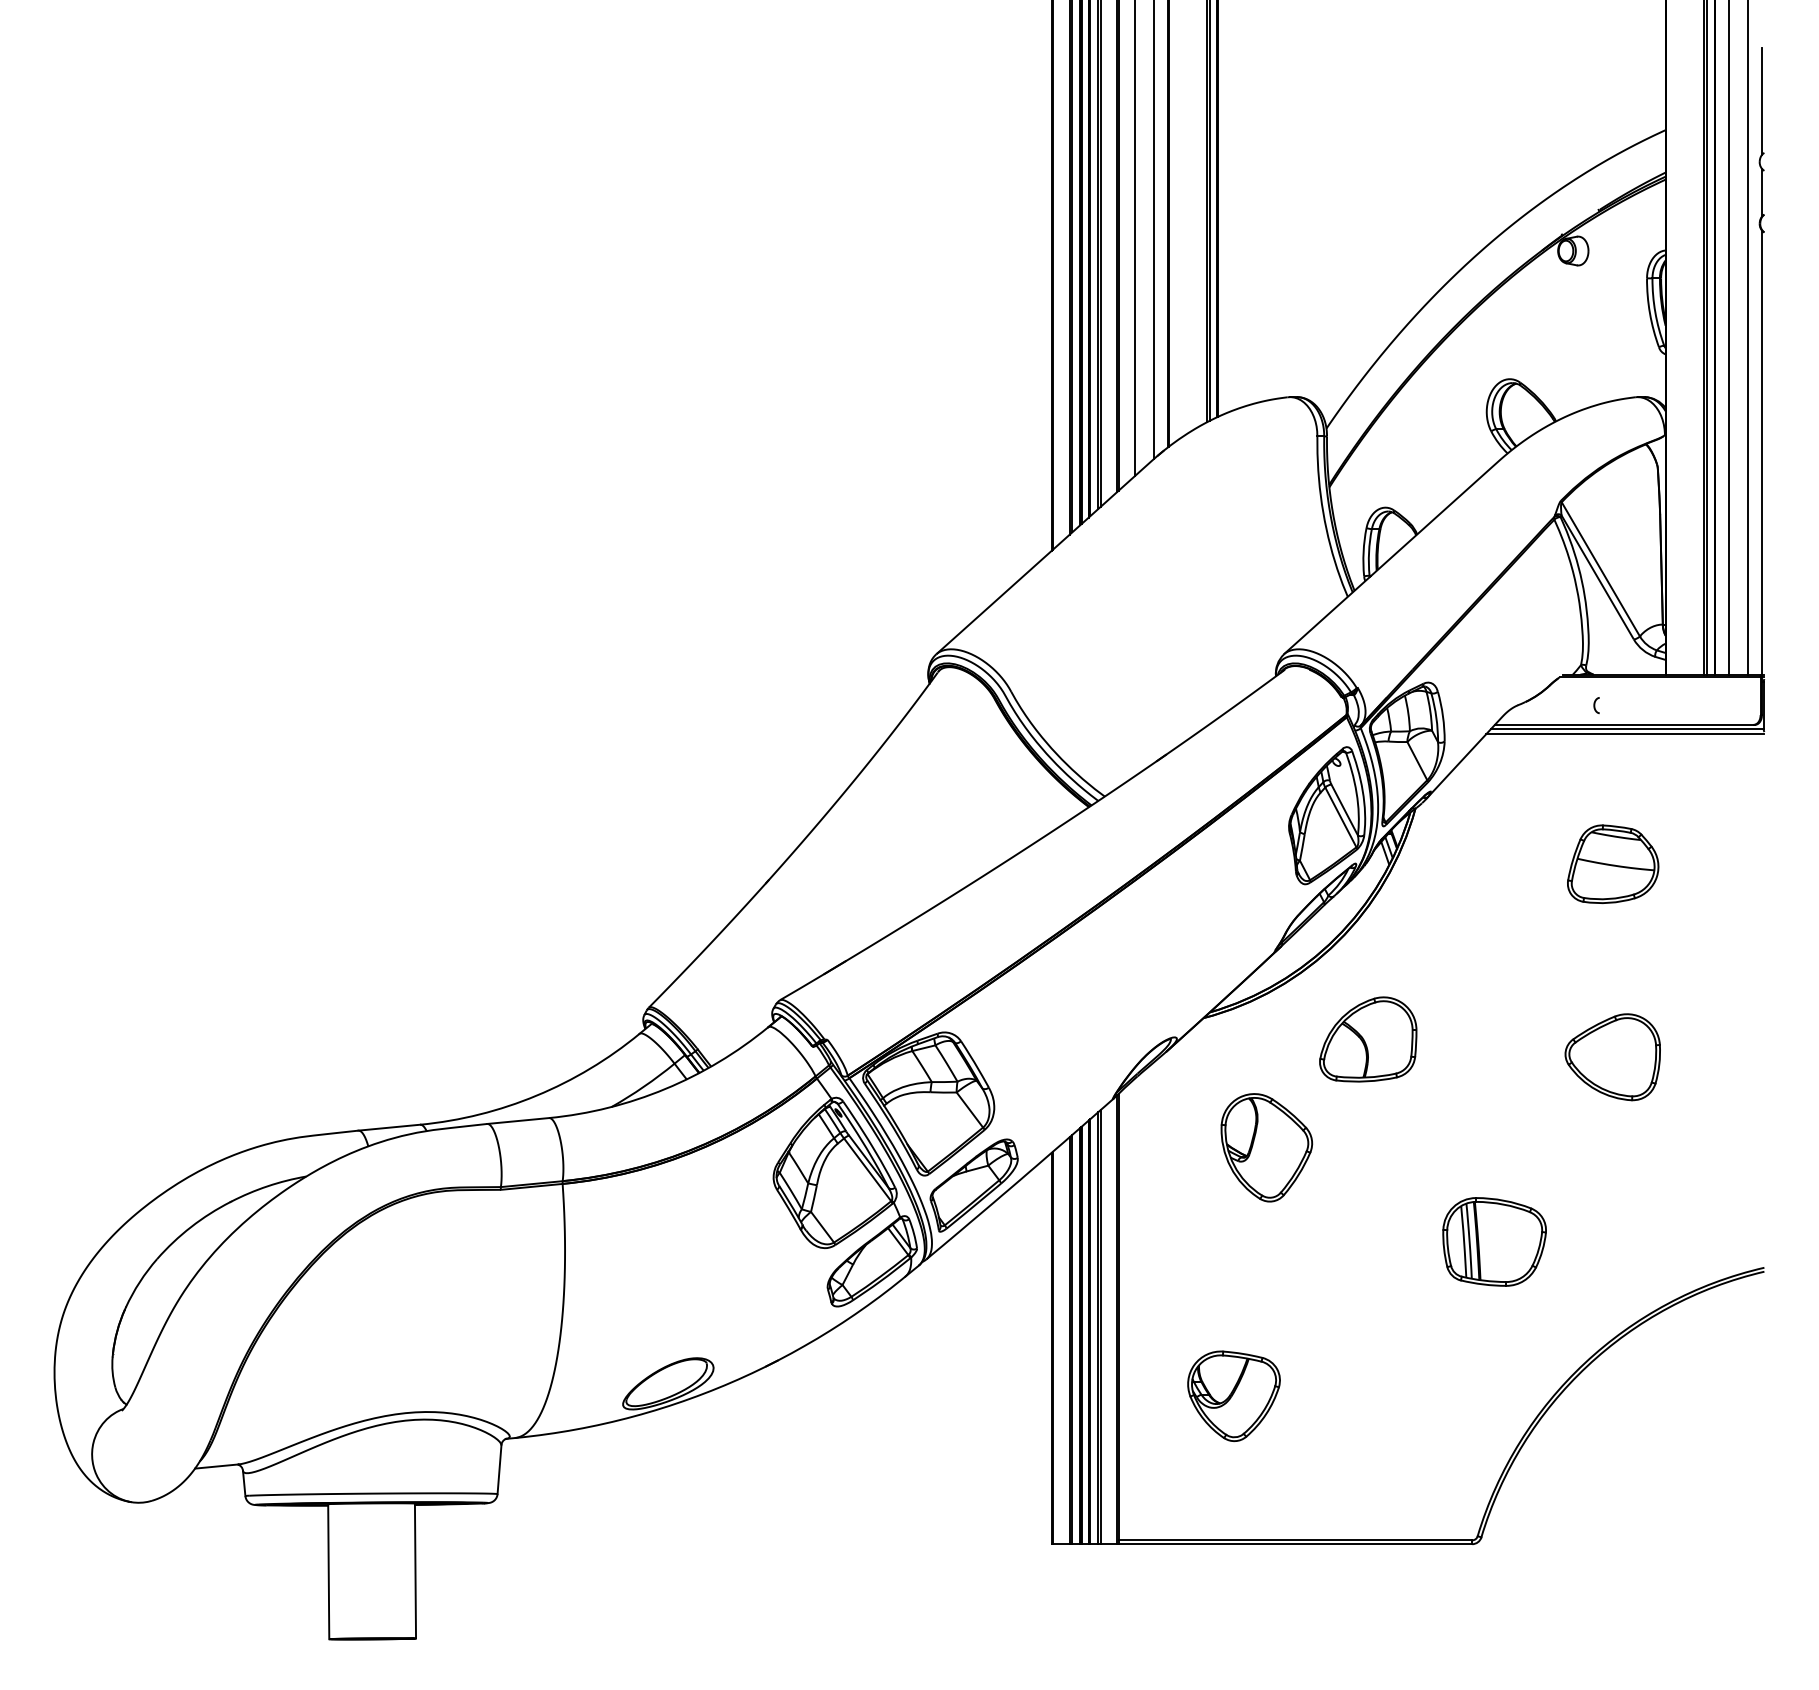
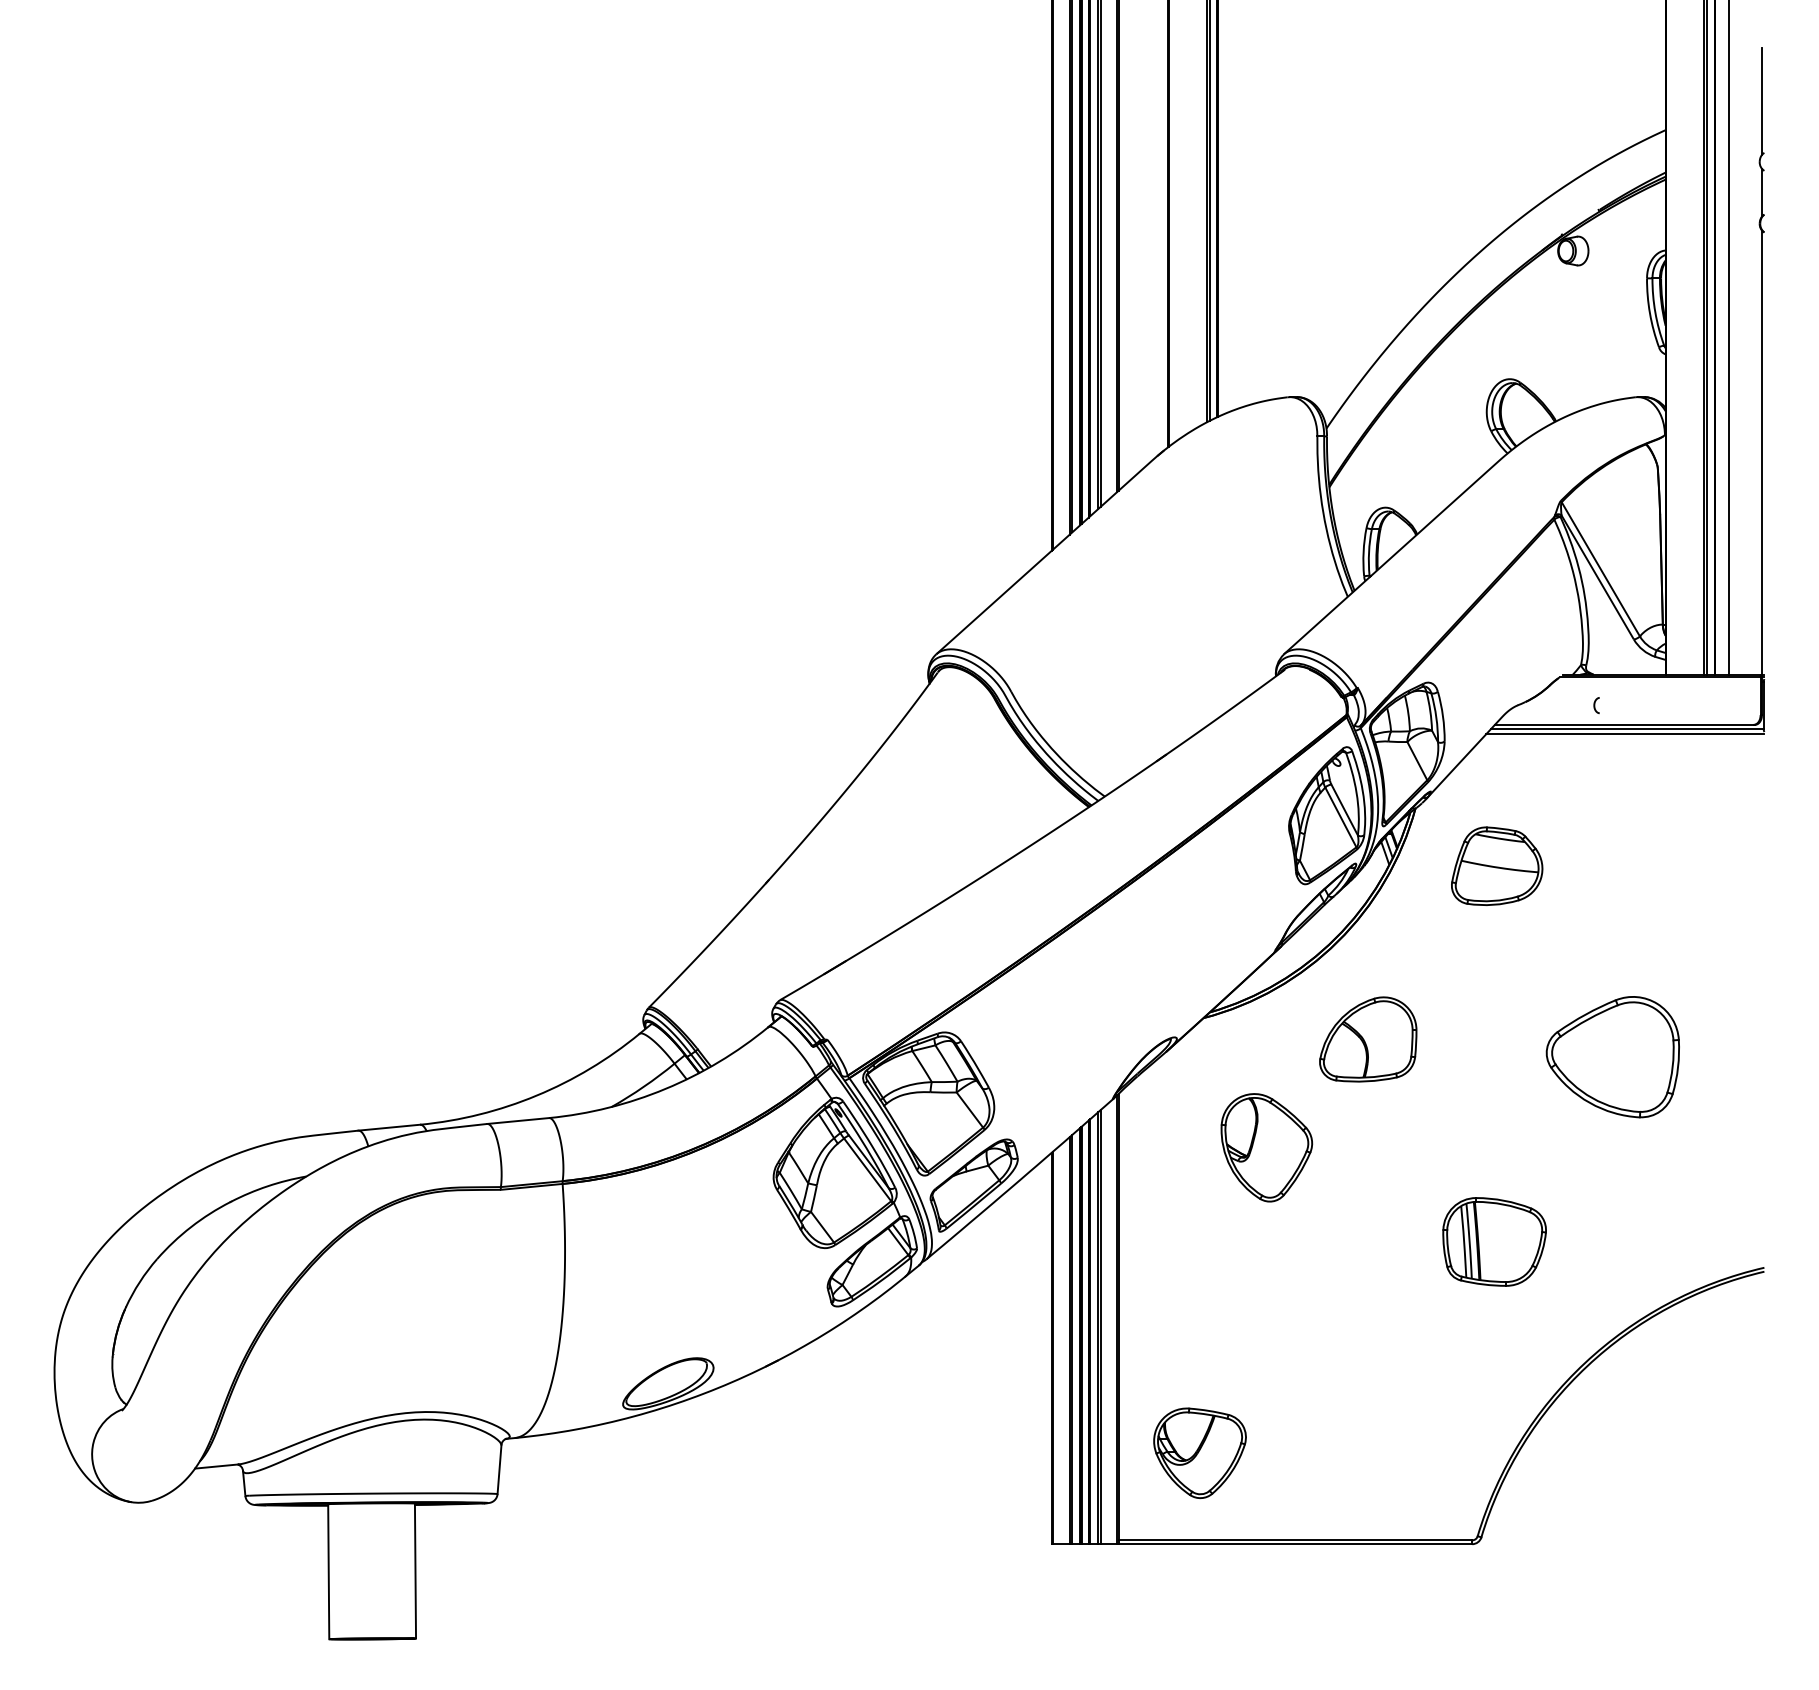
line at (1154, 230): present -> none
line at (1134, 239): present -> none
line at (1748, 338): present -> none
part at (1613, 863) position: (1613, 863) -> (1497, 865)
part at (1612, 1057) size: 97x89 px -> 135x123 px
part at (1233, 1395) position: (1233, 1395) -> (1199, 1452)
